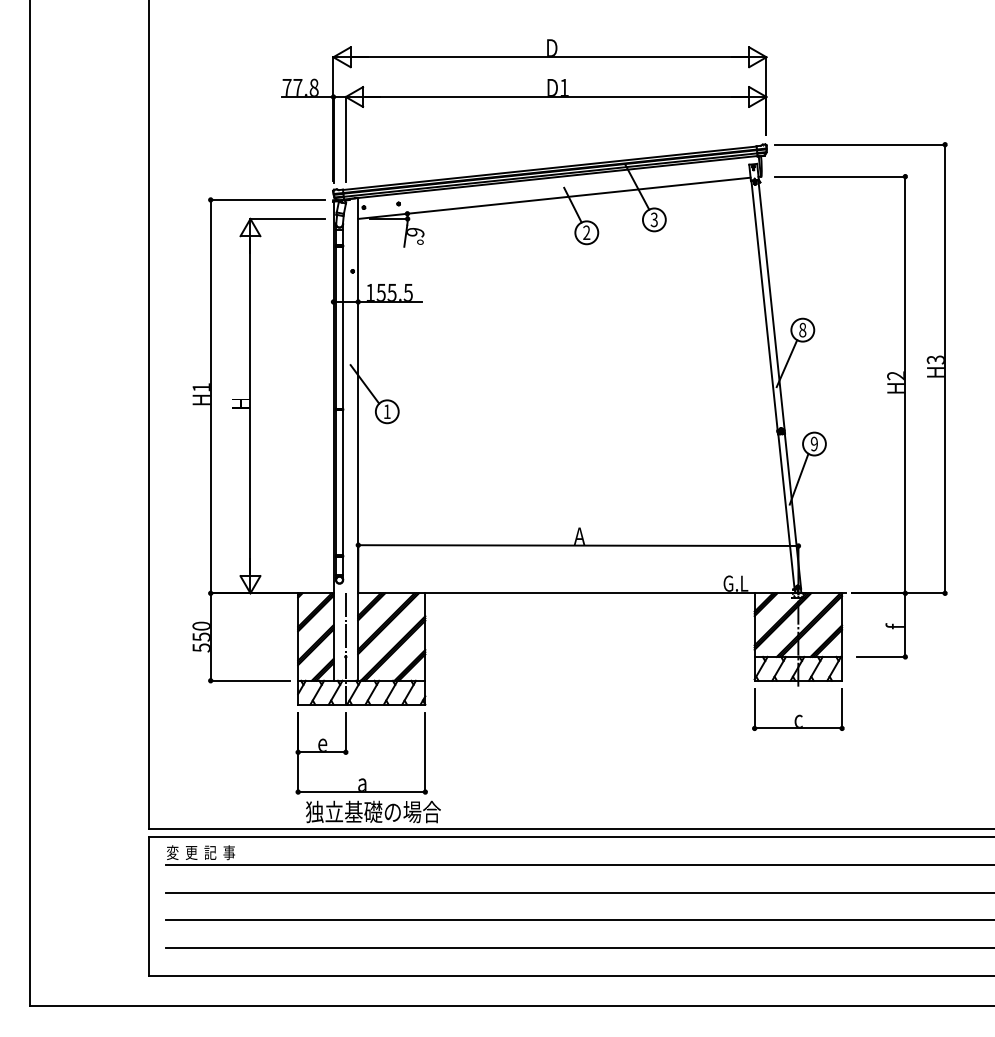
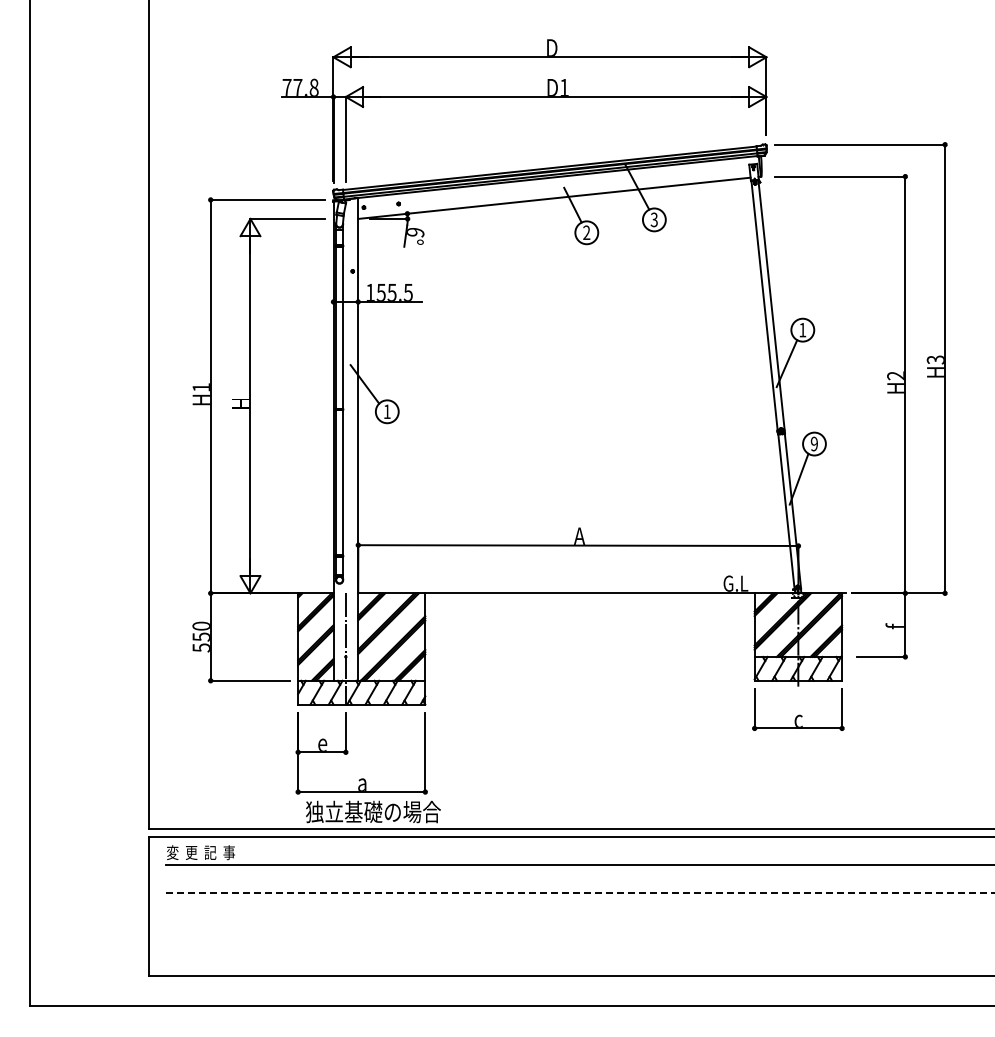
text at (802, 329): 8 -> 1
line at (580, 892): solid -> dashed
line at (578, 920): present -> none
line at (578, 948): present -> none
